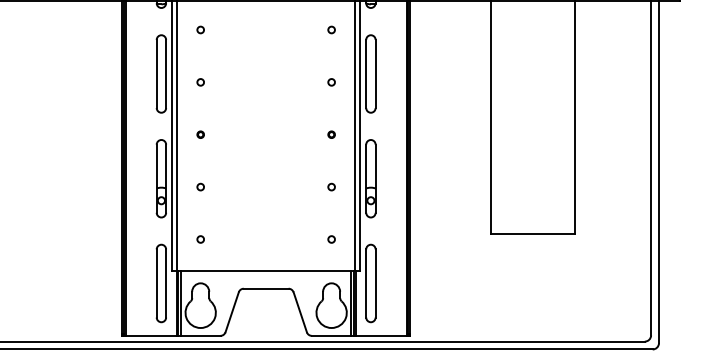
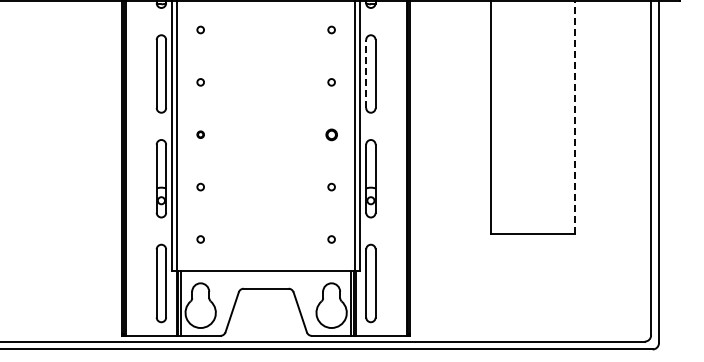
line at (366, 73): solid -> dashed
line at (575, 117): solid -> dashed
part at (331, 134) size: 9x9 px -> 13x14 px
